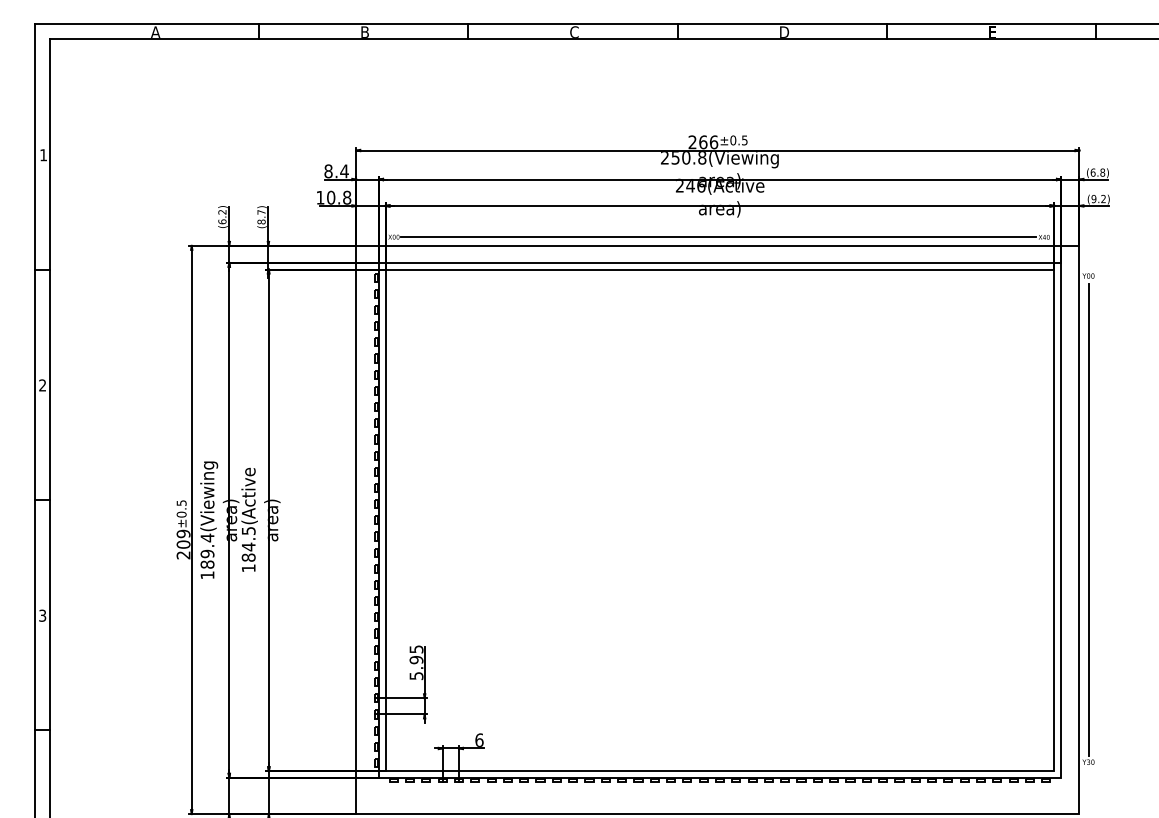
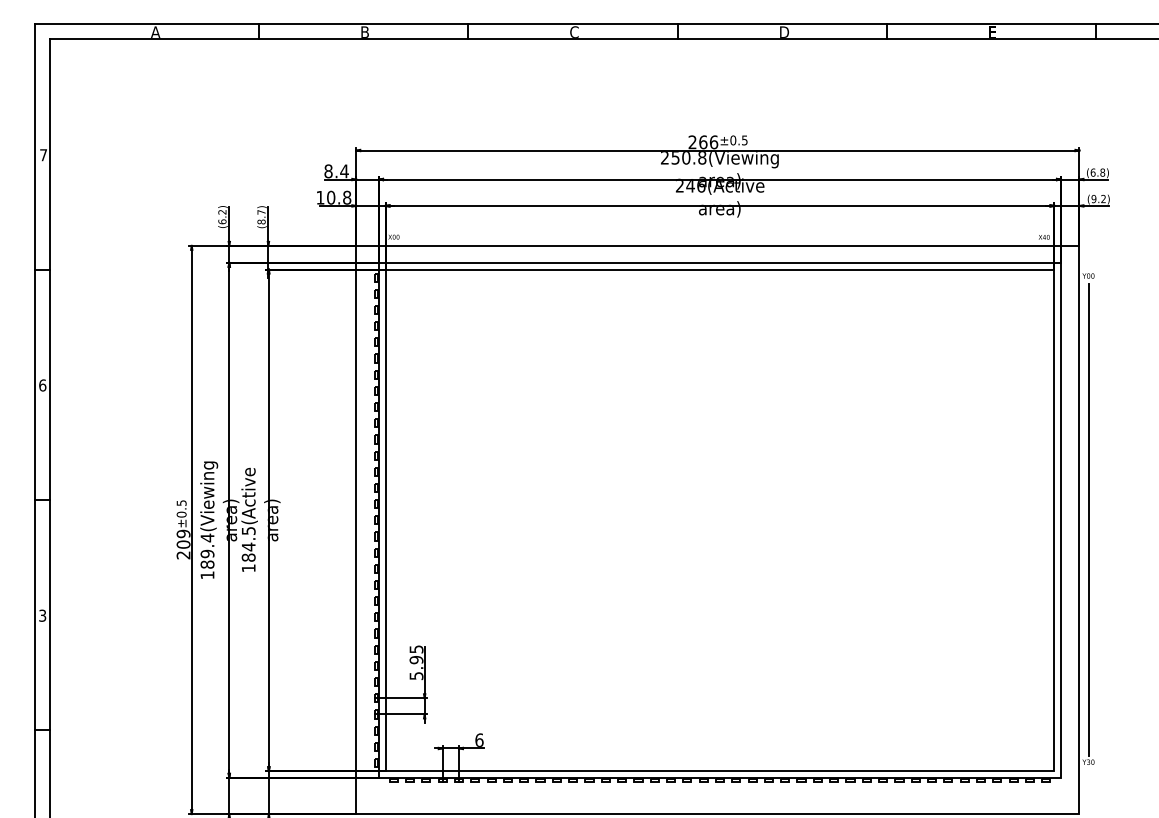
text at (43, 155): 1 -> 7
line at (718, 237): present -> none
text at (42, 385): 2 -> 6
